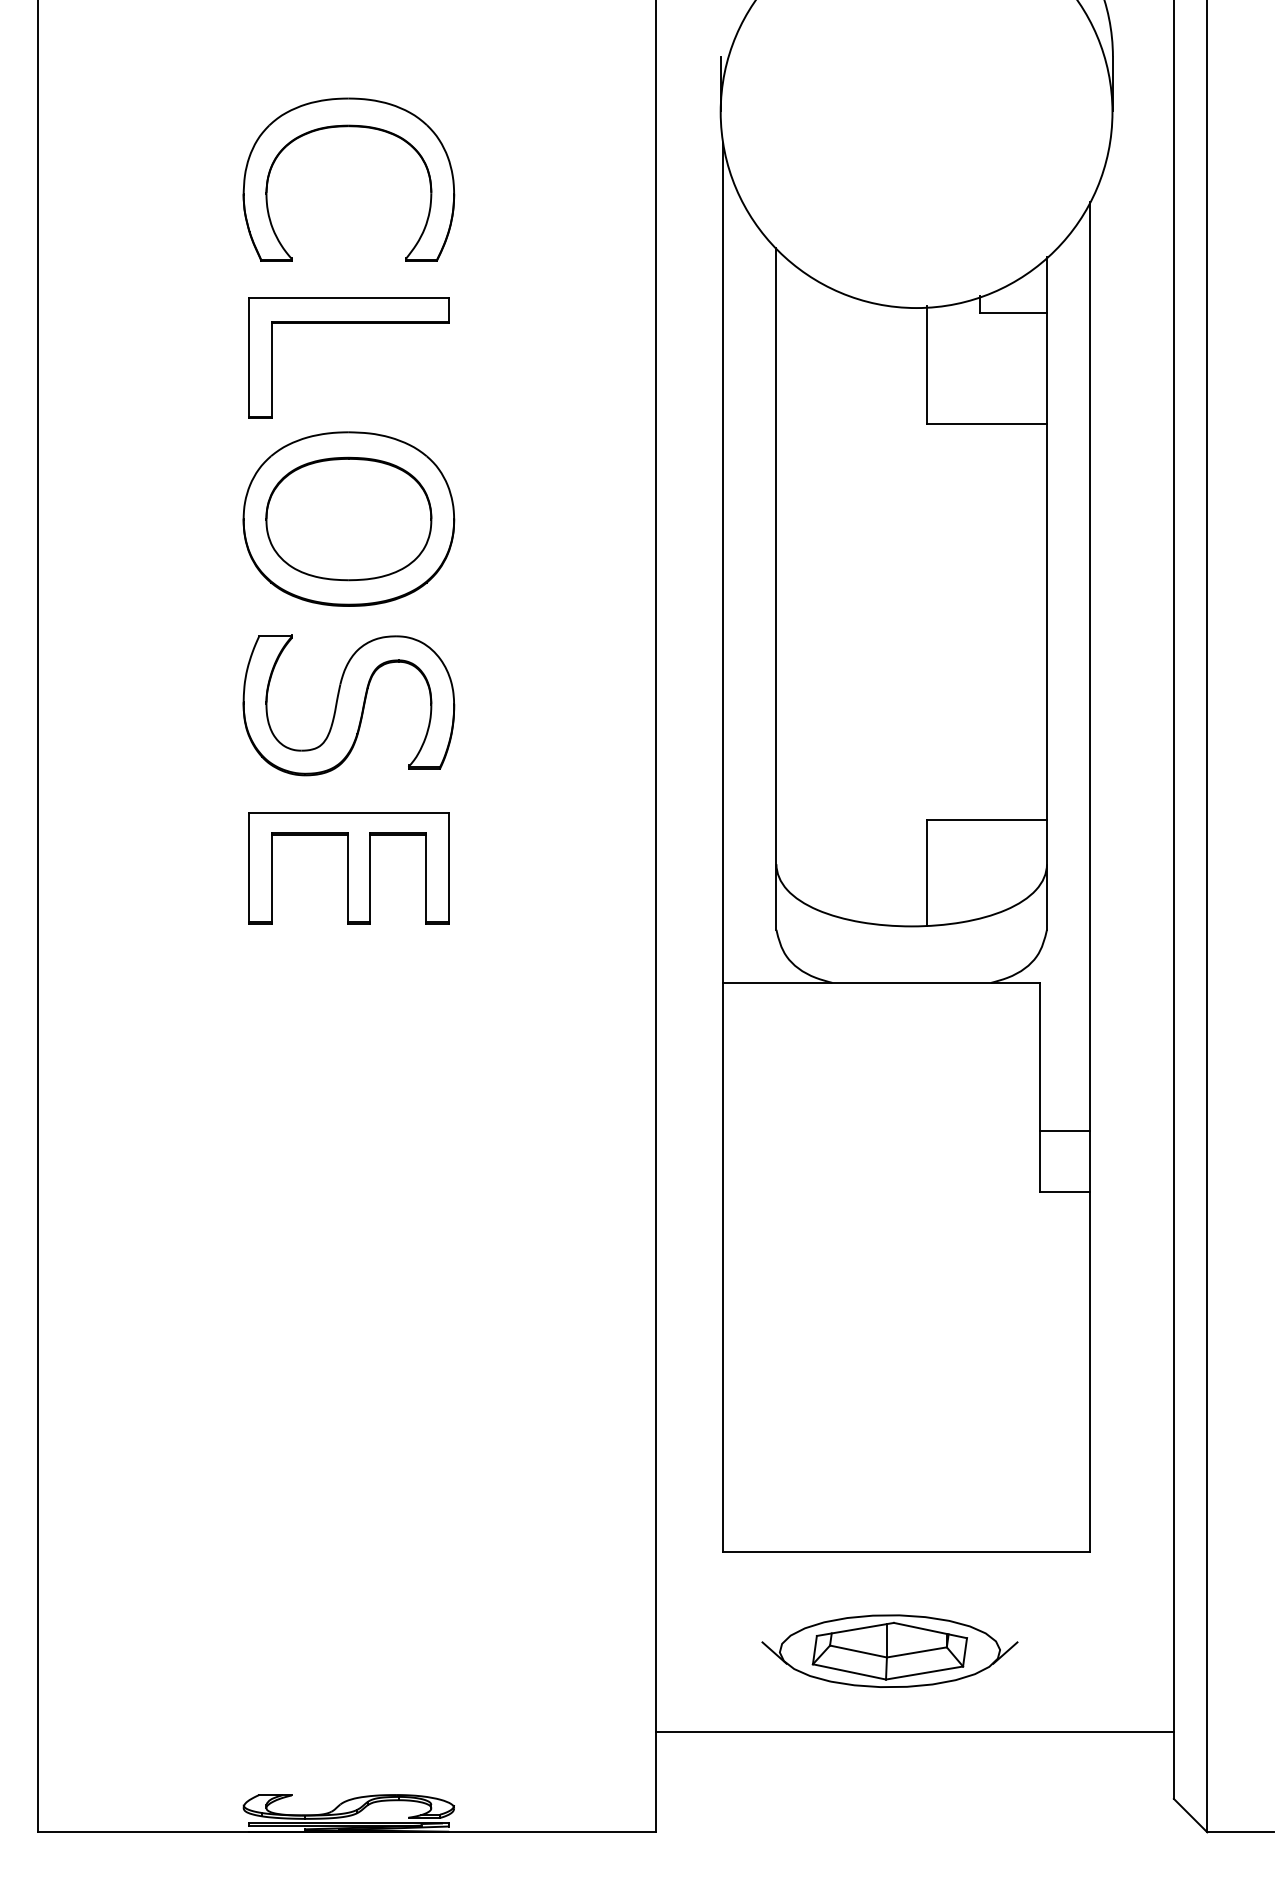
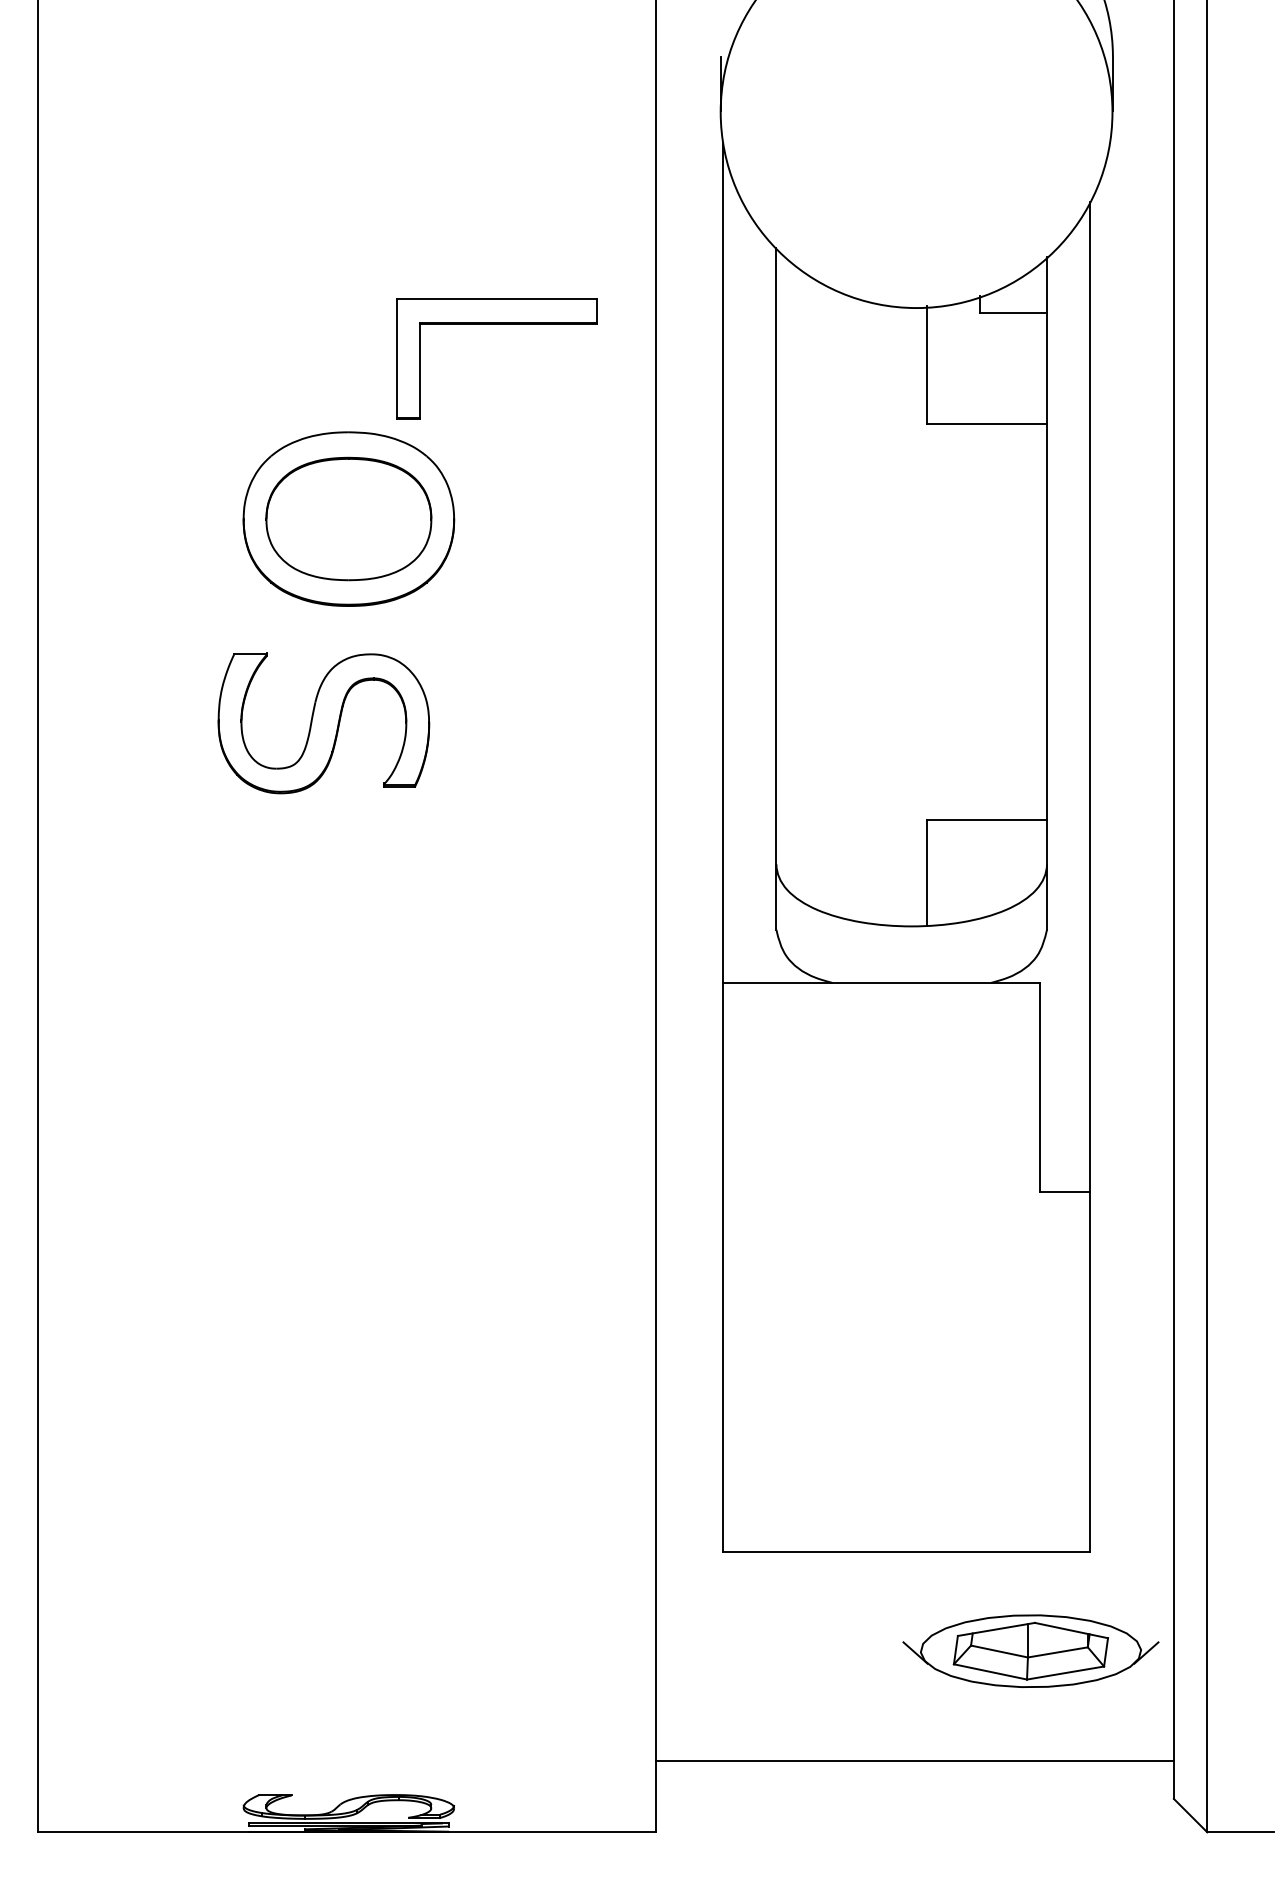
part at (348, 127): present -> none
part at (348, 323) position: (348, 323) -> (496, 324)
part at (348, 705) position: (348, 705) -> (323, 723)
part at (348, 868): present -> none
line at (1065, 1130): present -> none
part at (889, 1650) position: (889, 1650) -> (1030, 1650)
line at (914, 1732) position: (914, 1732) -> (914, 1761)
